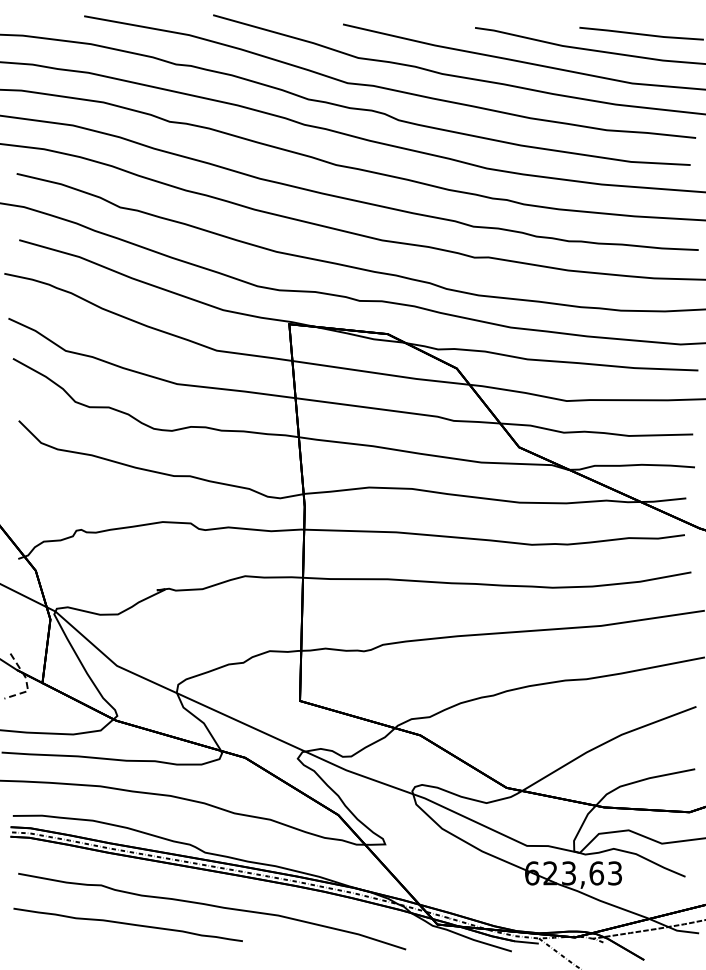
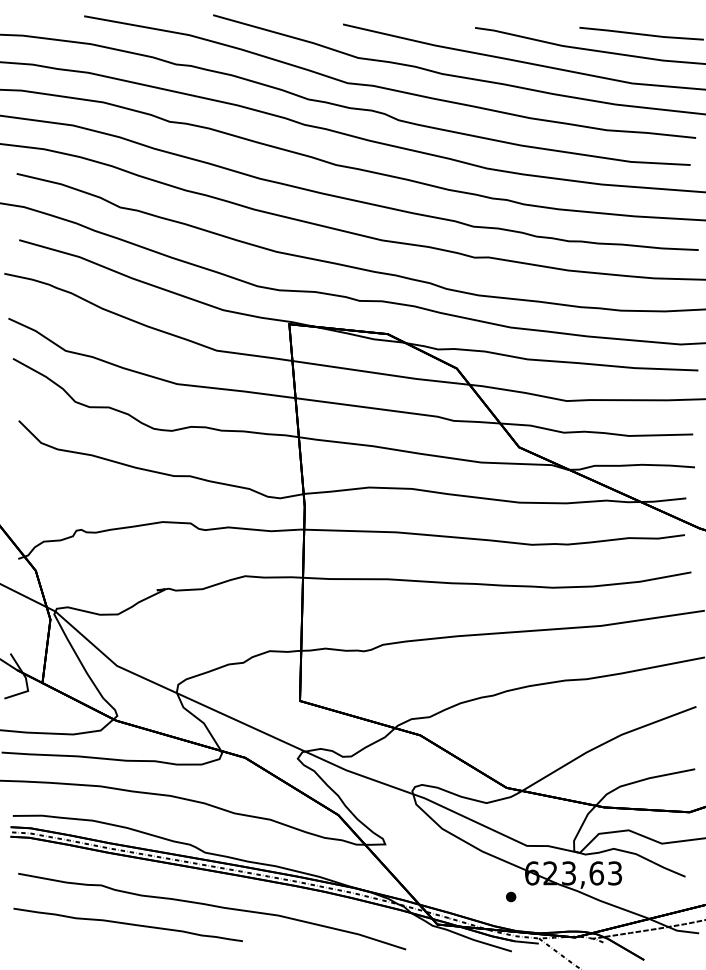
line at (26, 682): dashed -> solid
part at (511, 896): none -> present
